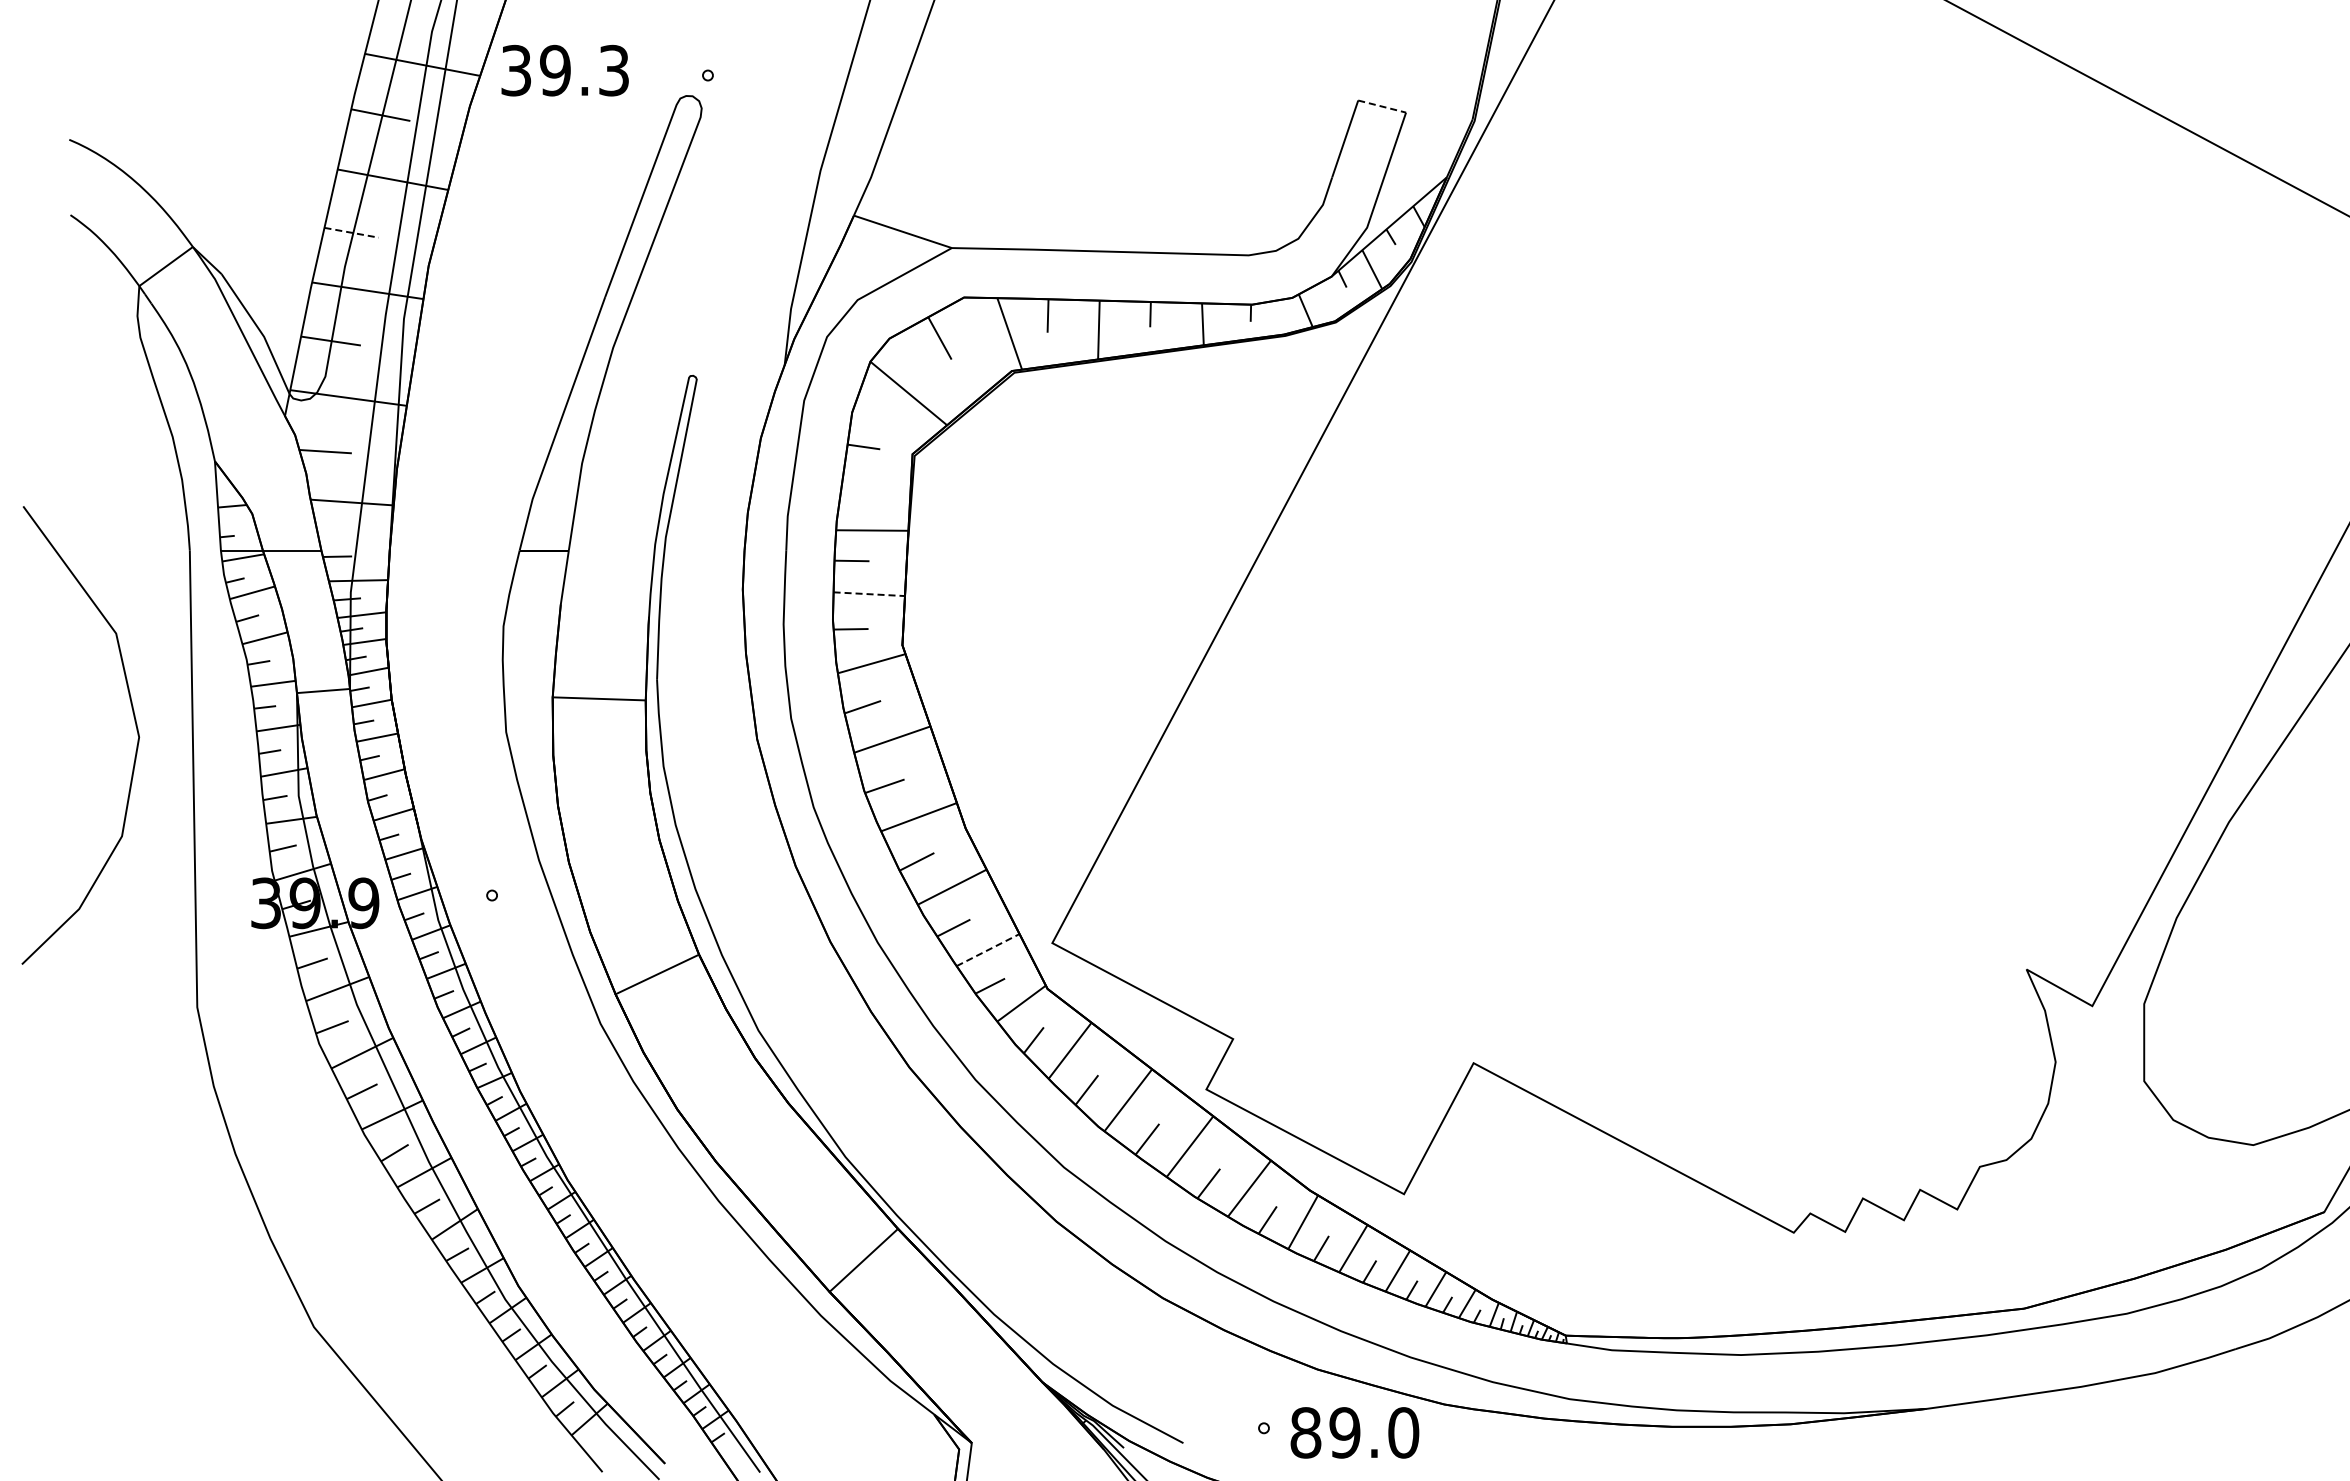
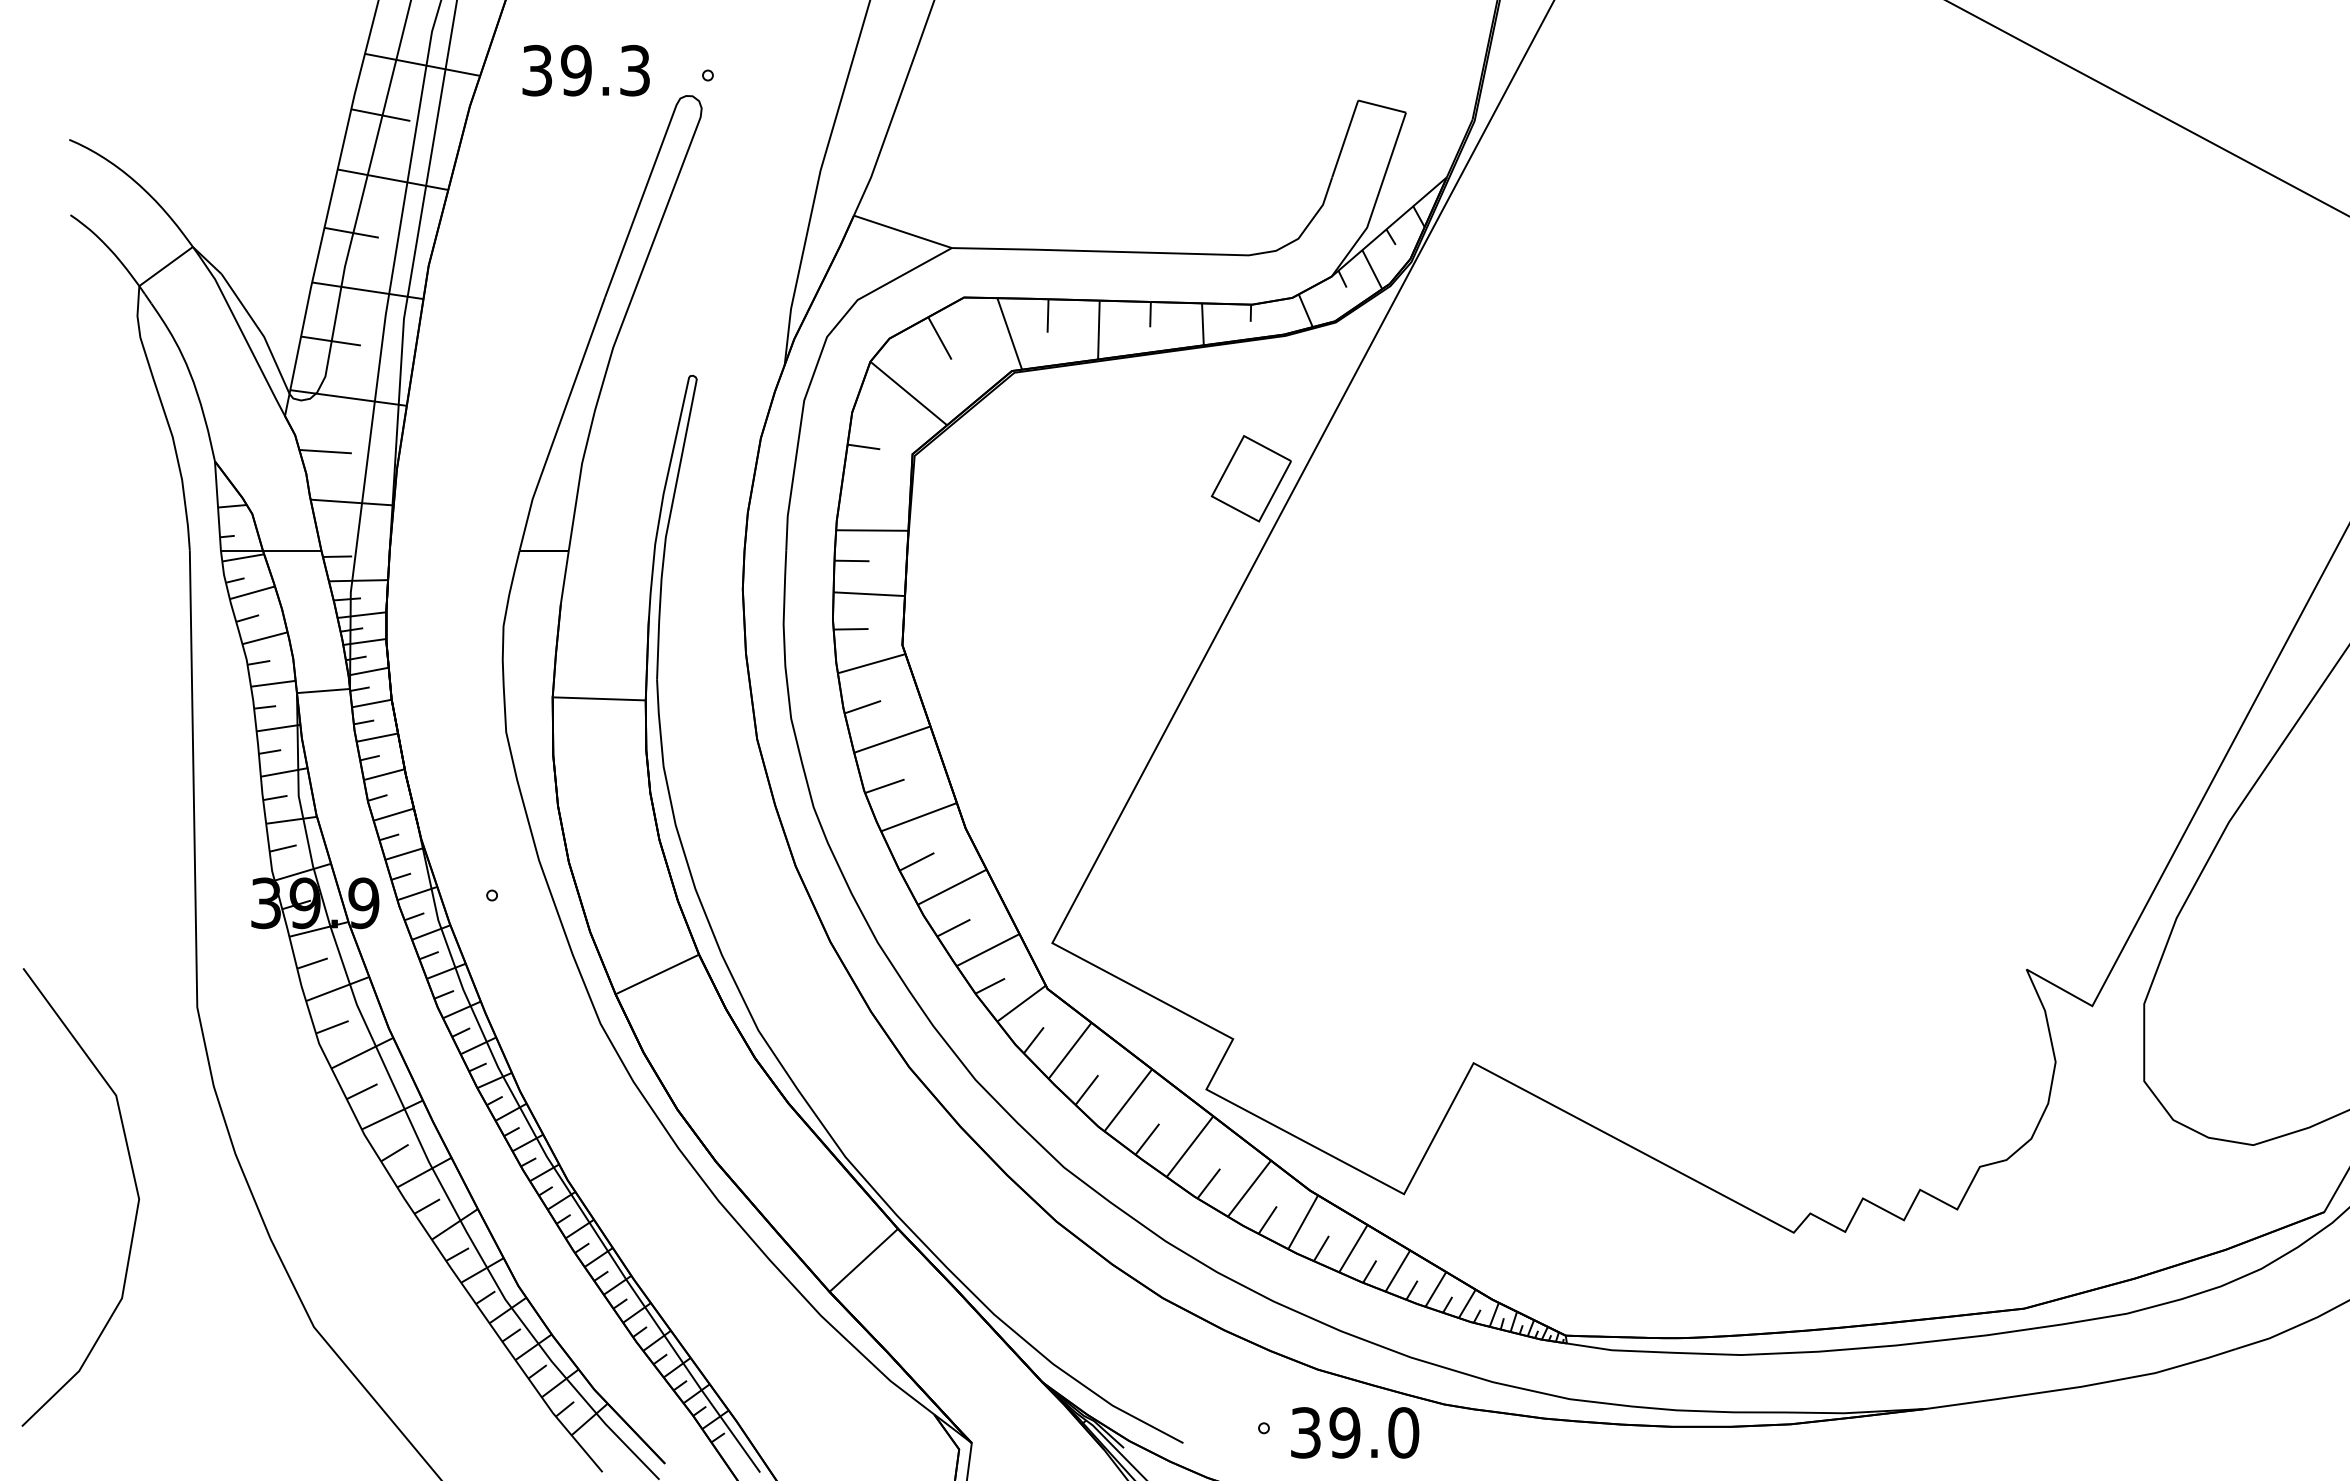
text at (564, 70) position: (564, 70) -> (585, 70)
line at (1382, 106): dashed -> solid
line at (351, 232): dashed -> solid
part at (1250, 478): none -> present
line at (869, 594): dashed -> solid
curve at (135, 726) position: (135, 726) -> (135, 1188)
line at (988, 949): dashed -> solid
text at (1305, 1432): 89.0 -> 39.0
